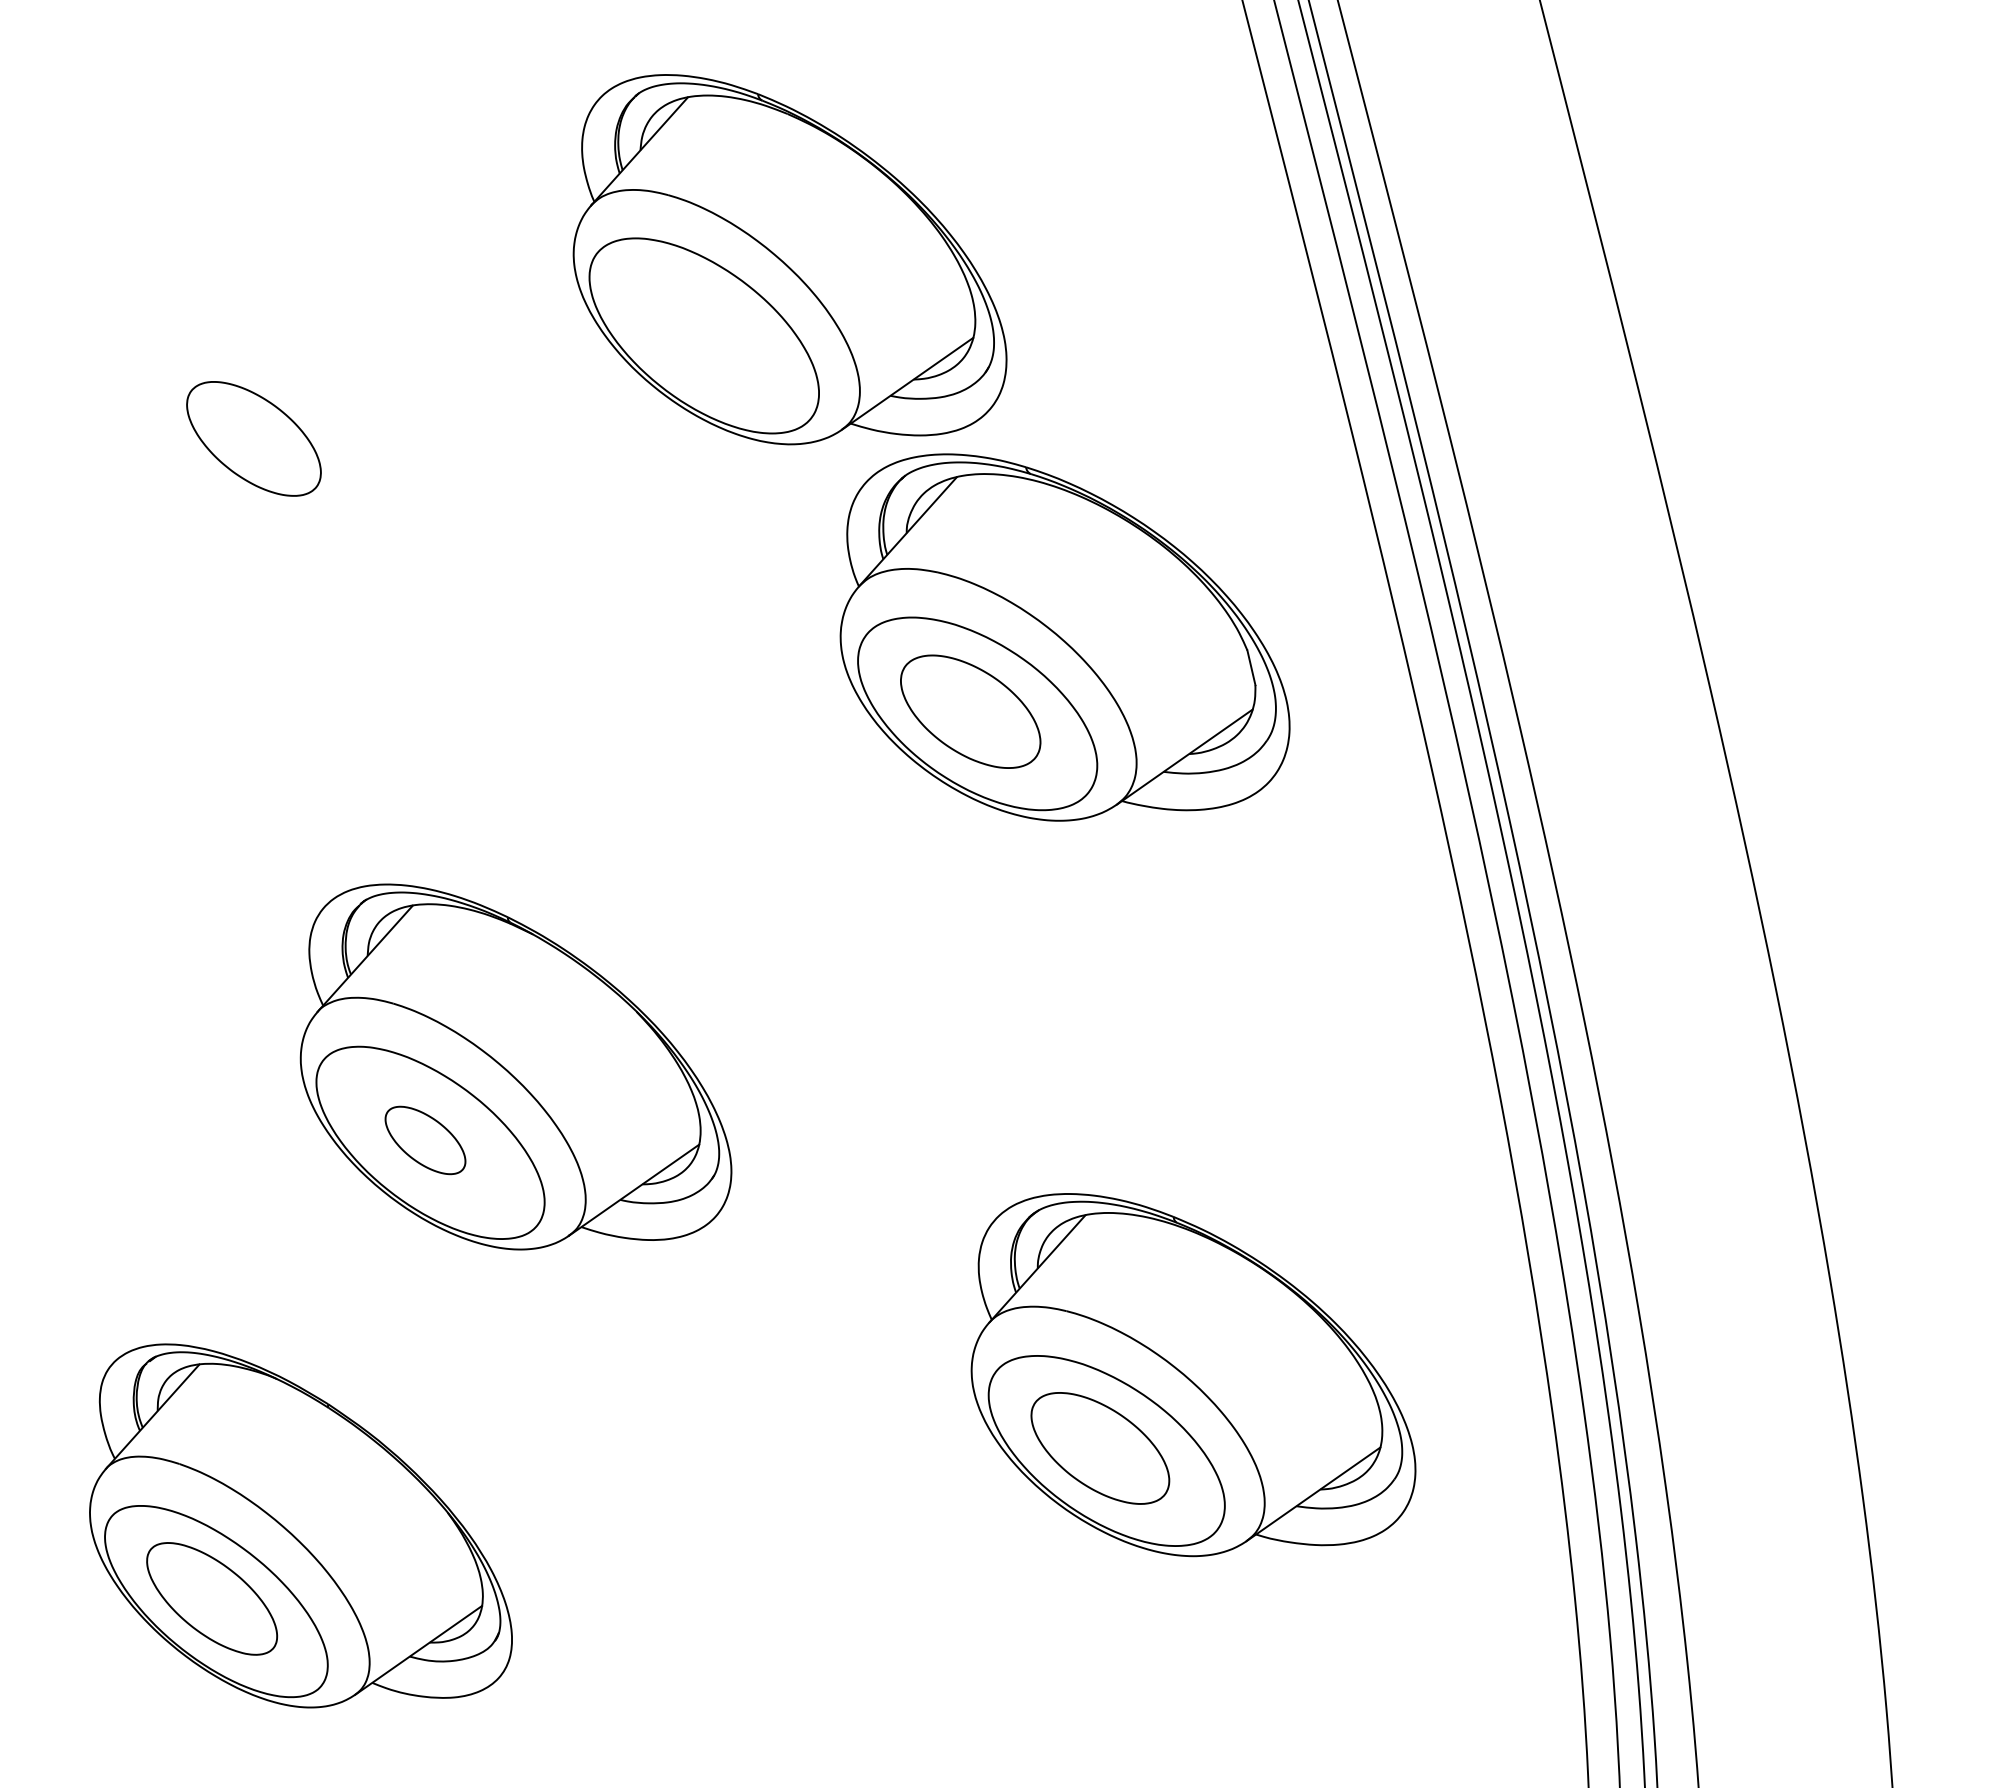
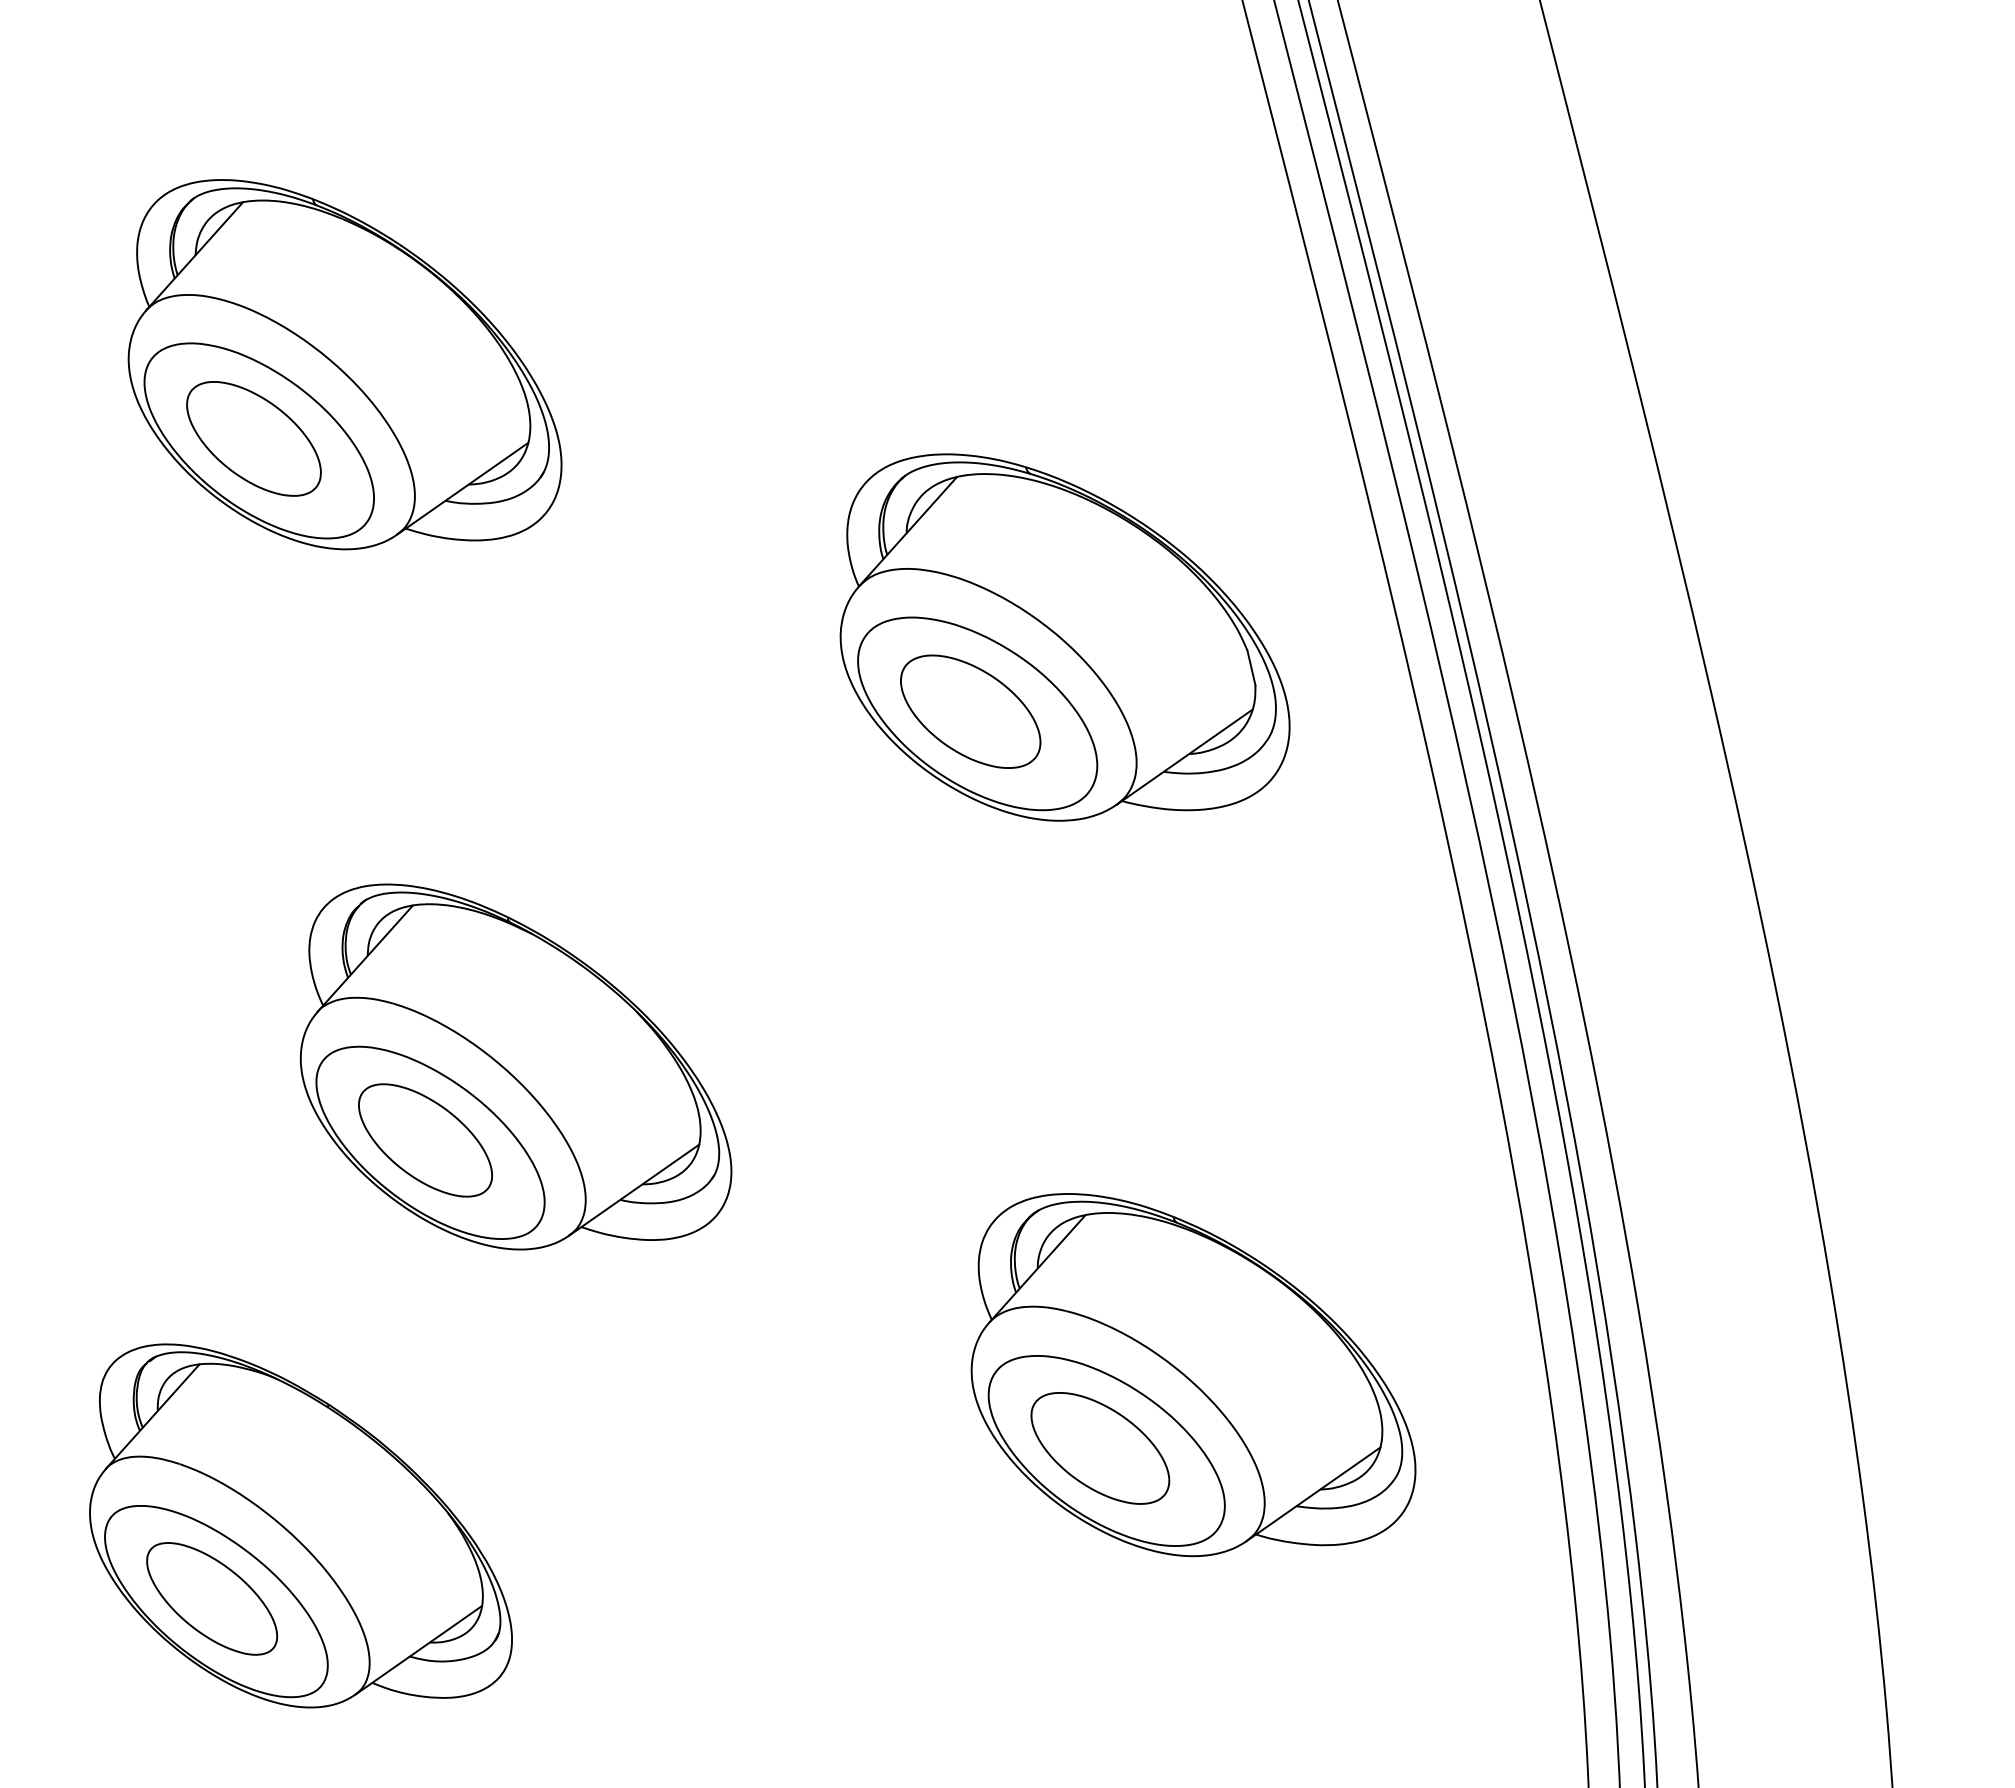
part at (789, 259) position: (789, 259) -> (344, 364)
part at (425, 1140) size: 83x71 px -> 135x115 px
